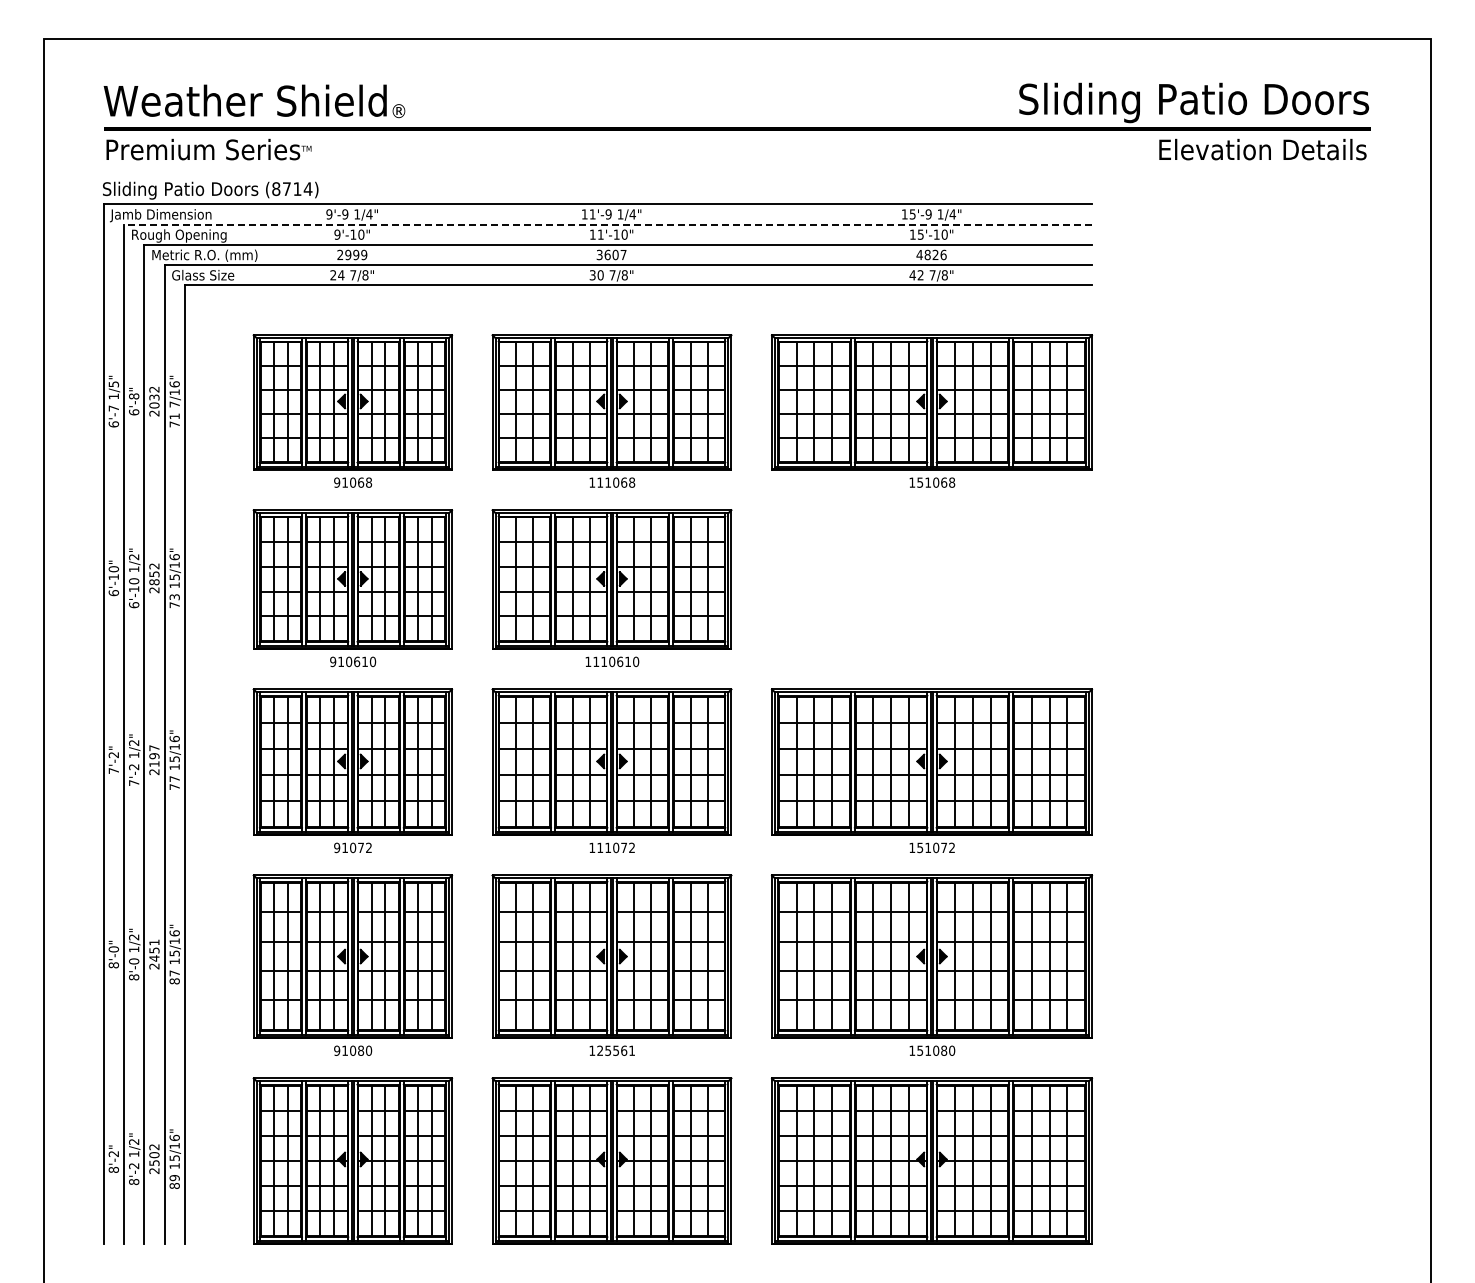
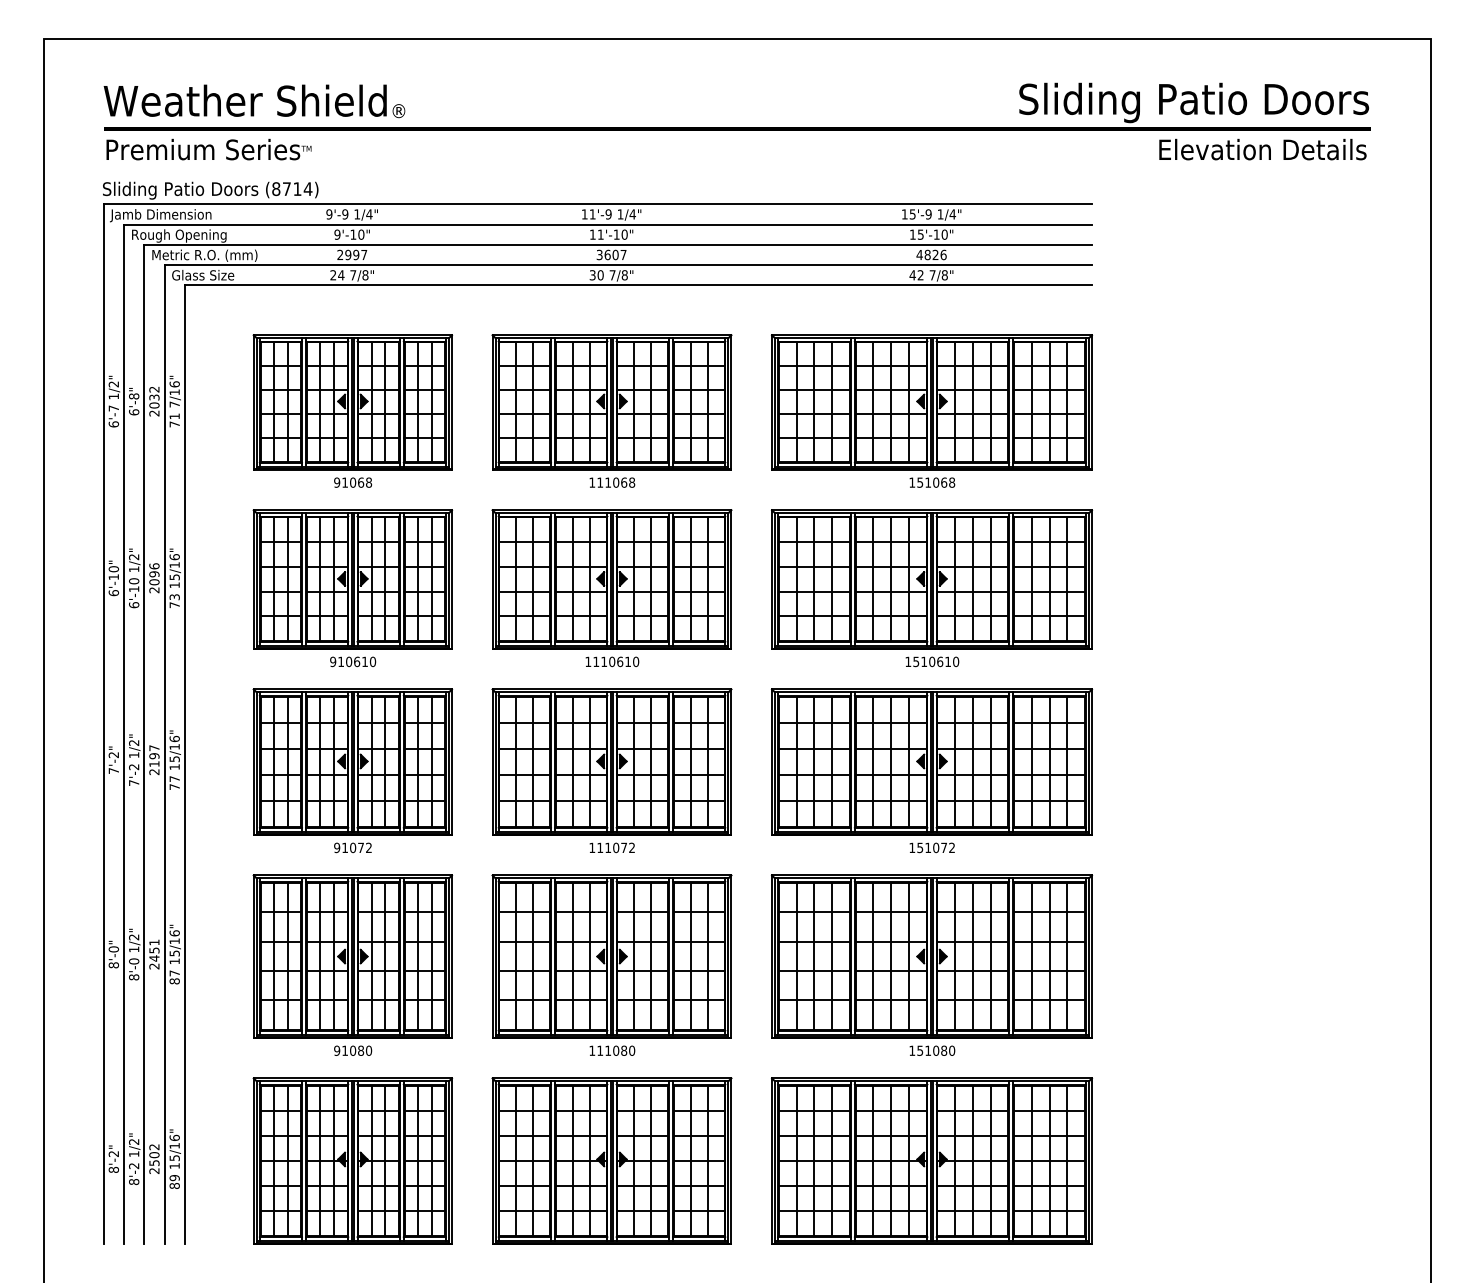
line at (608, 224): dashed -> solid
text at (364, 254): 2999 -> 2997
text at (113, 384): 1/5" -> 1/2"
text at (154, 574): 2852 -> 2096
part at (932, 588): none -> present
text at (616, 1050): 125561 -> 111080
